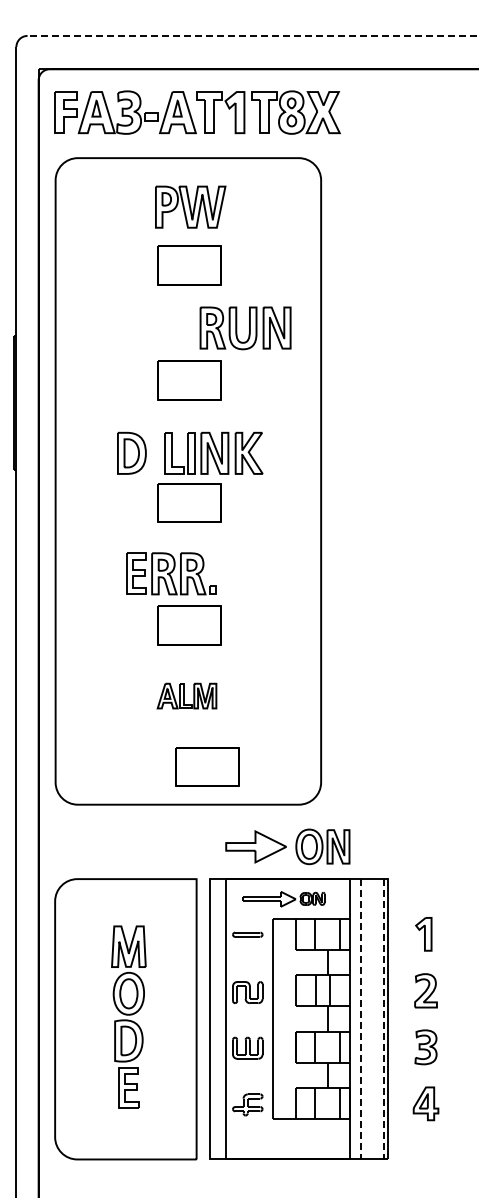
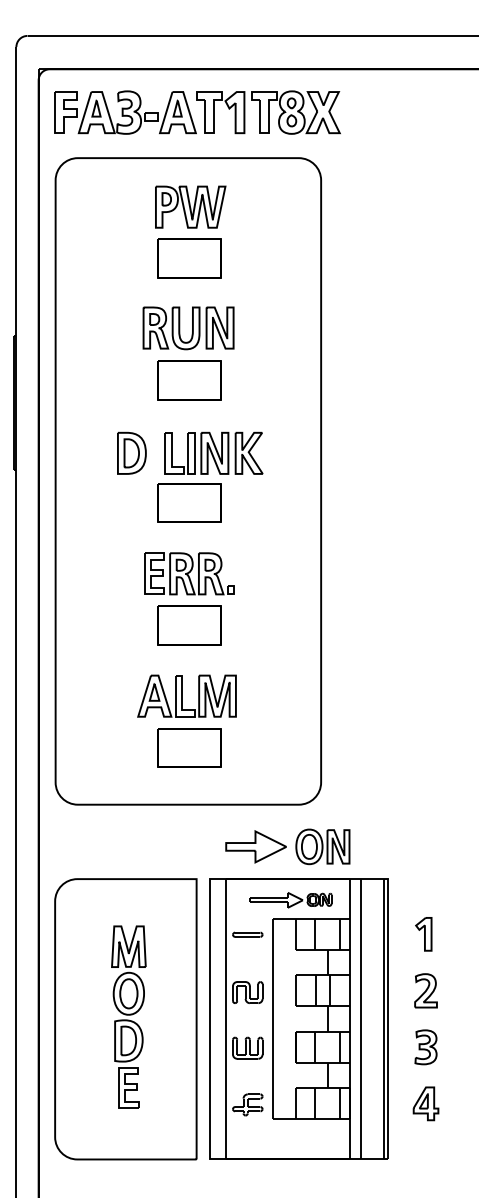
line at (252, 35): dashed -> solid
part at (189, 265) position: (189, 265) -> (189, 258)
part at (245, 328) position: (245, 328) -> (188, 328)
part at (171, 573) position: (171, 573) -> (189, 573)
part at (186, 695) size: 62x28 px -> 100x44 px
part at (207, 766) position: (207, 766) -> (189, 747)
part at (283, 899) position: (283, 899) -> (290, 900)
line at (361, 1019): dashed -> solid
line at (383, 1019): dashed -> solid
